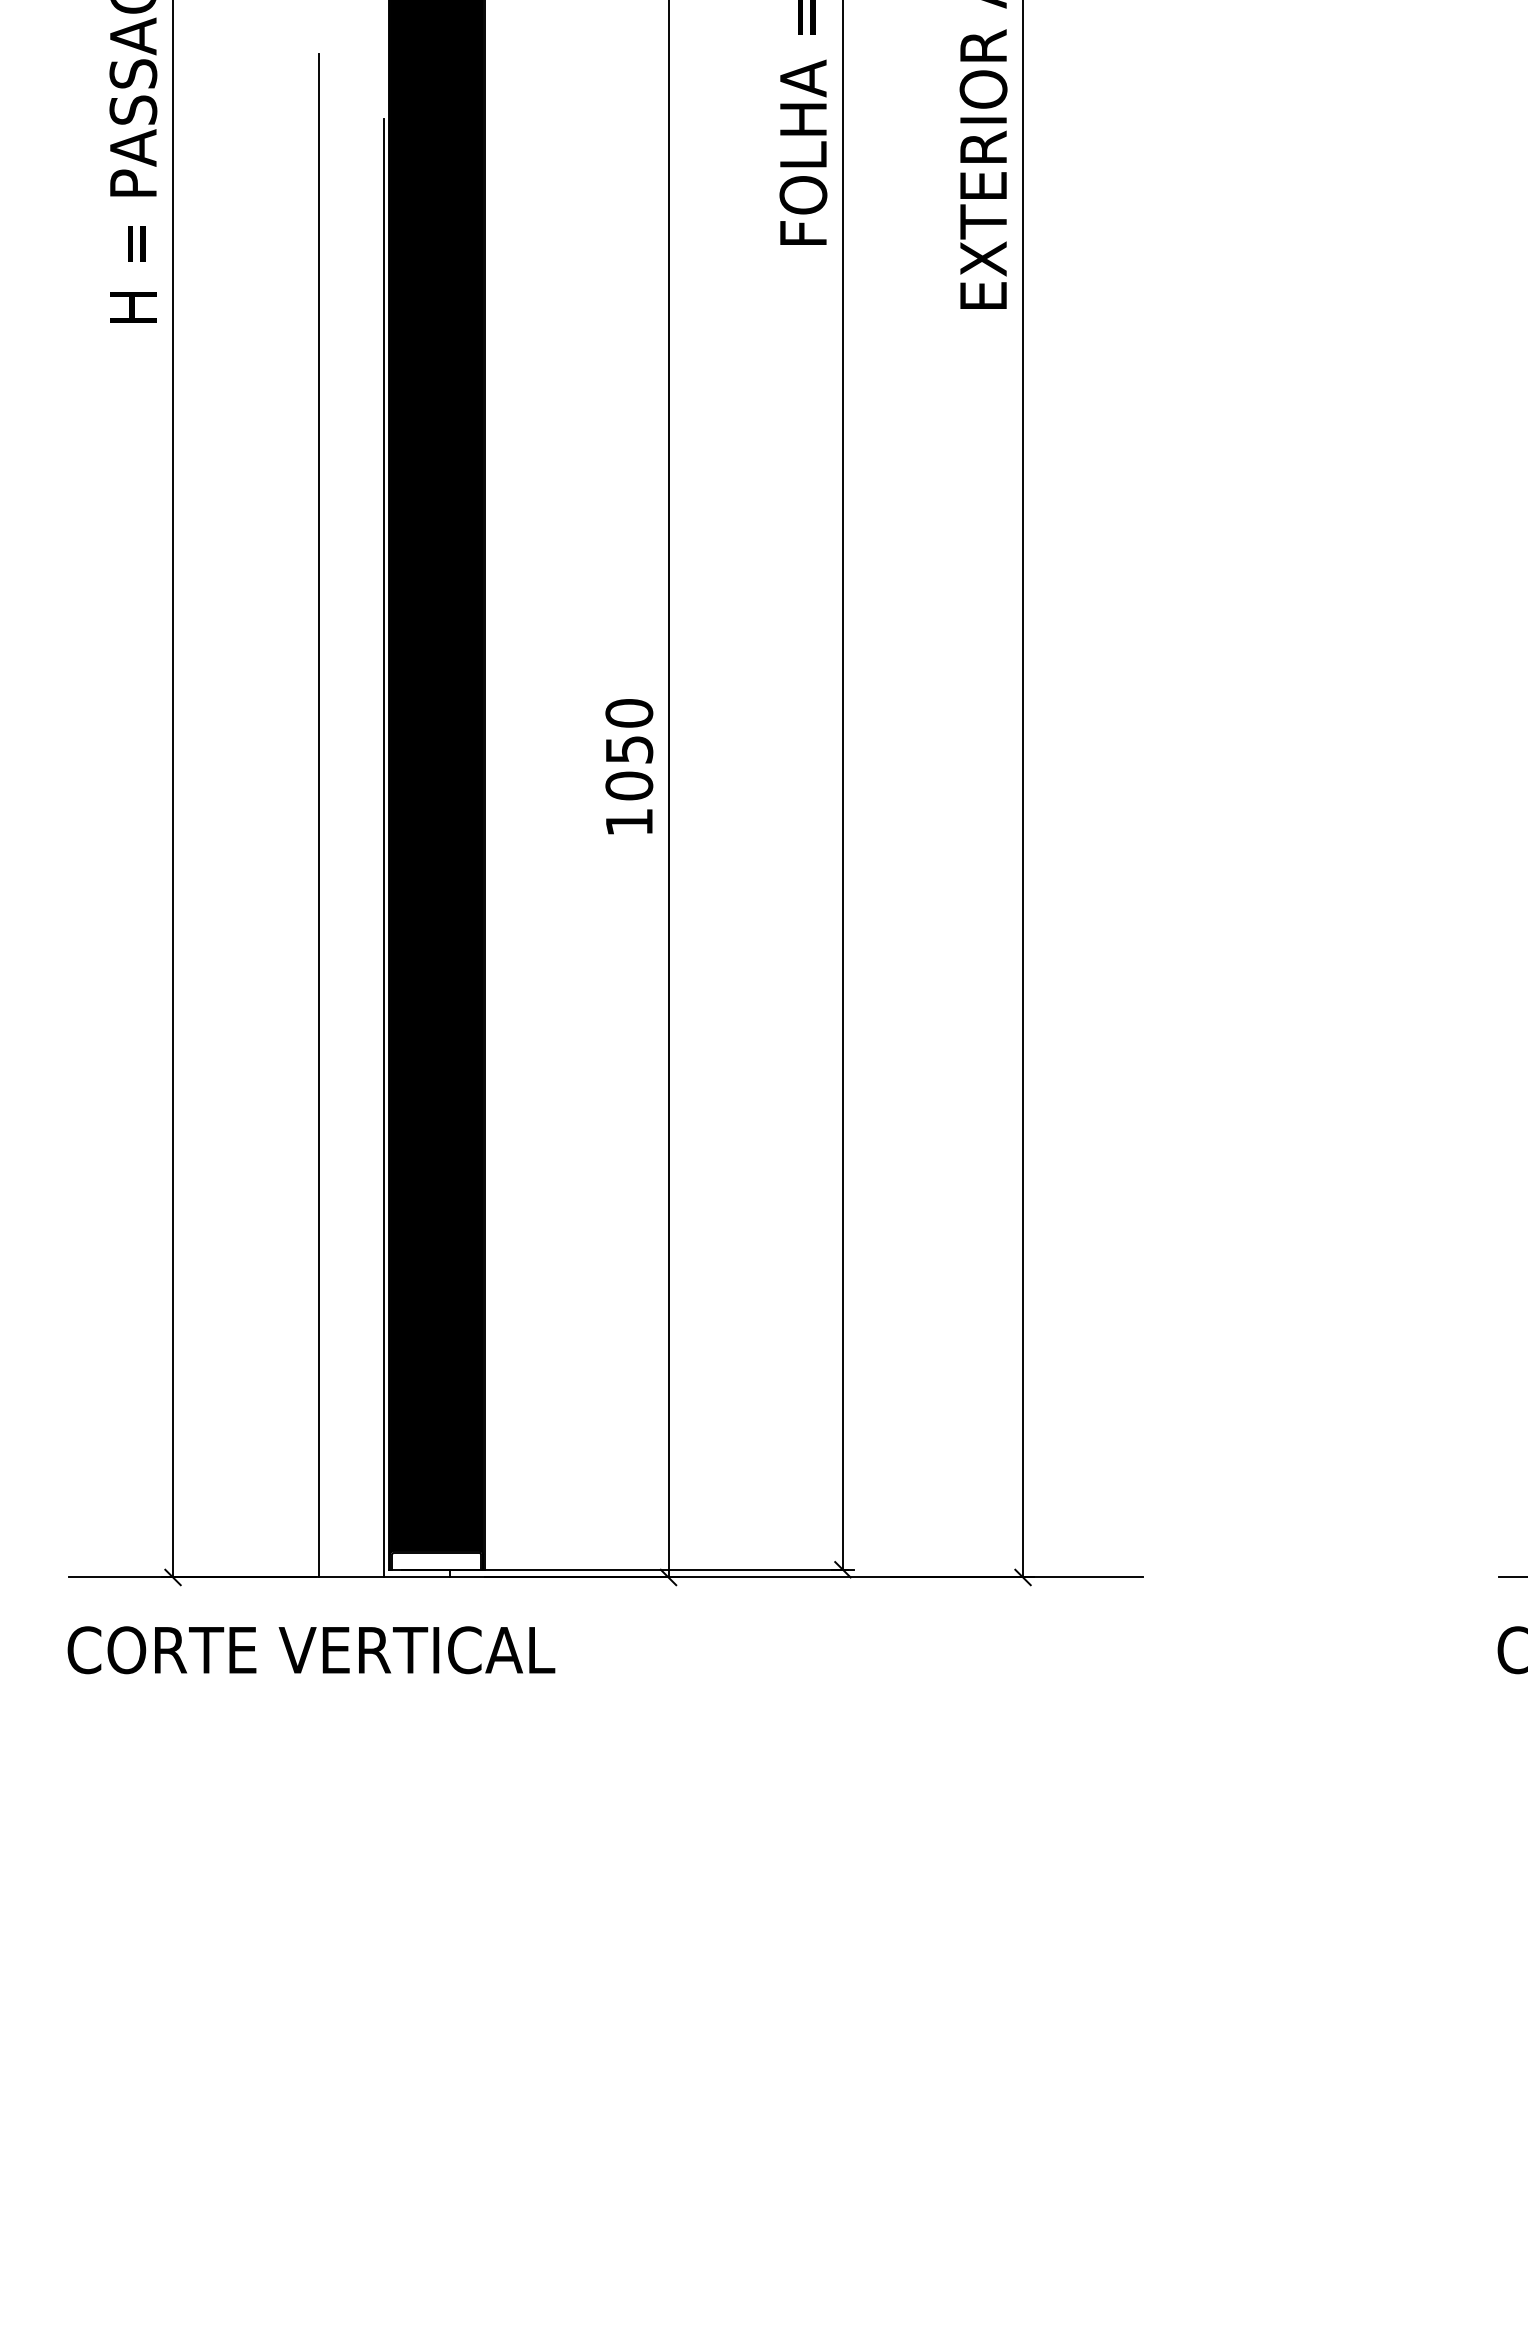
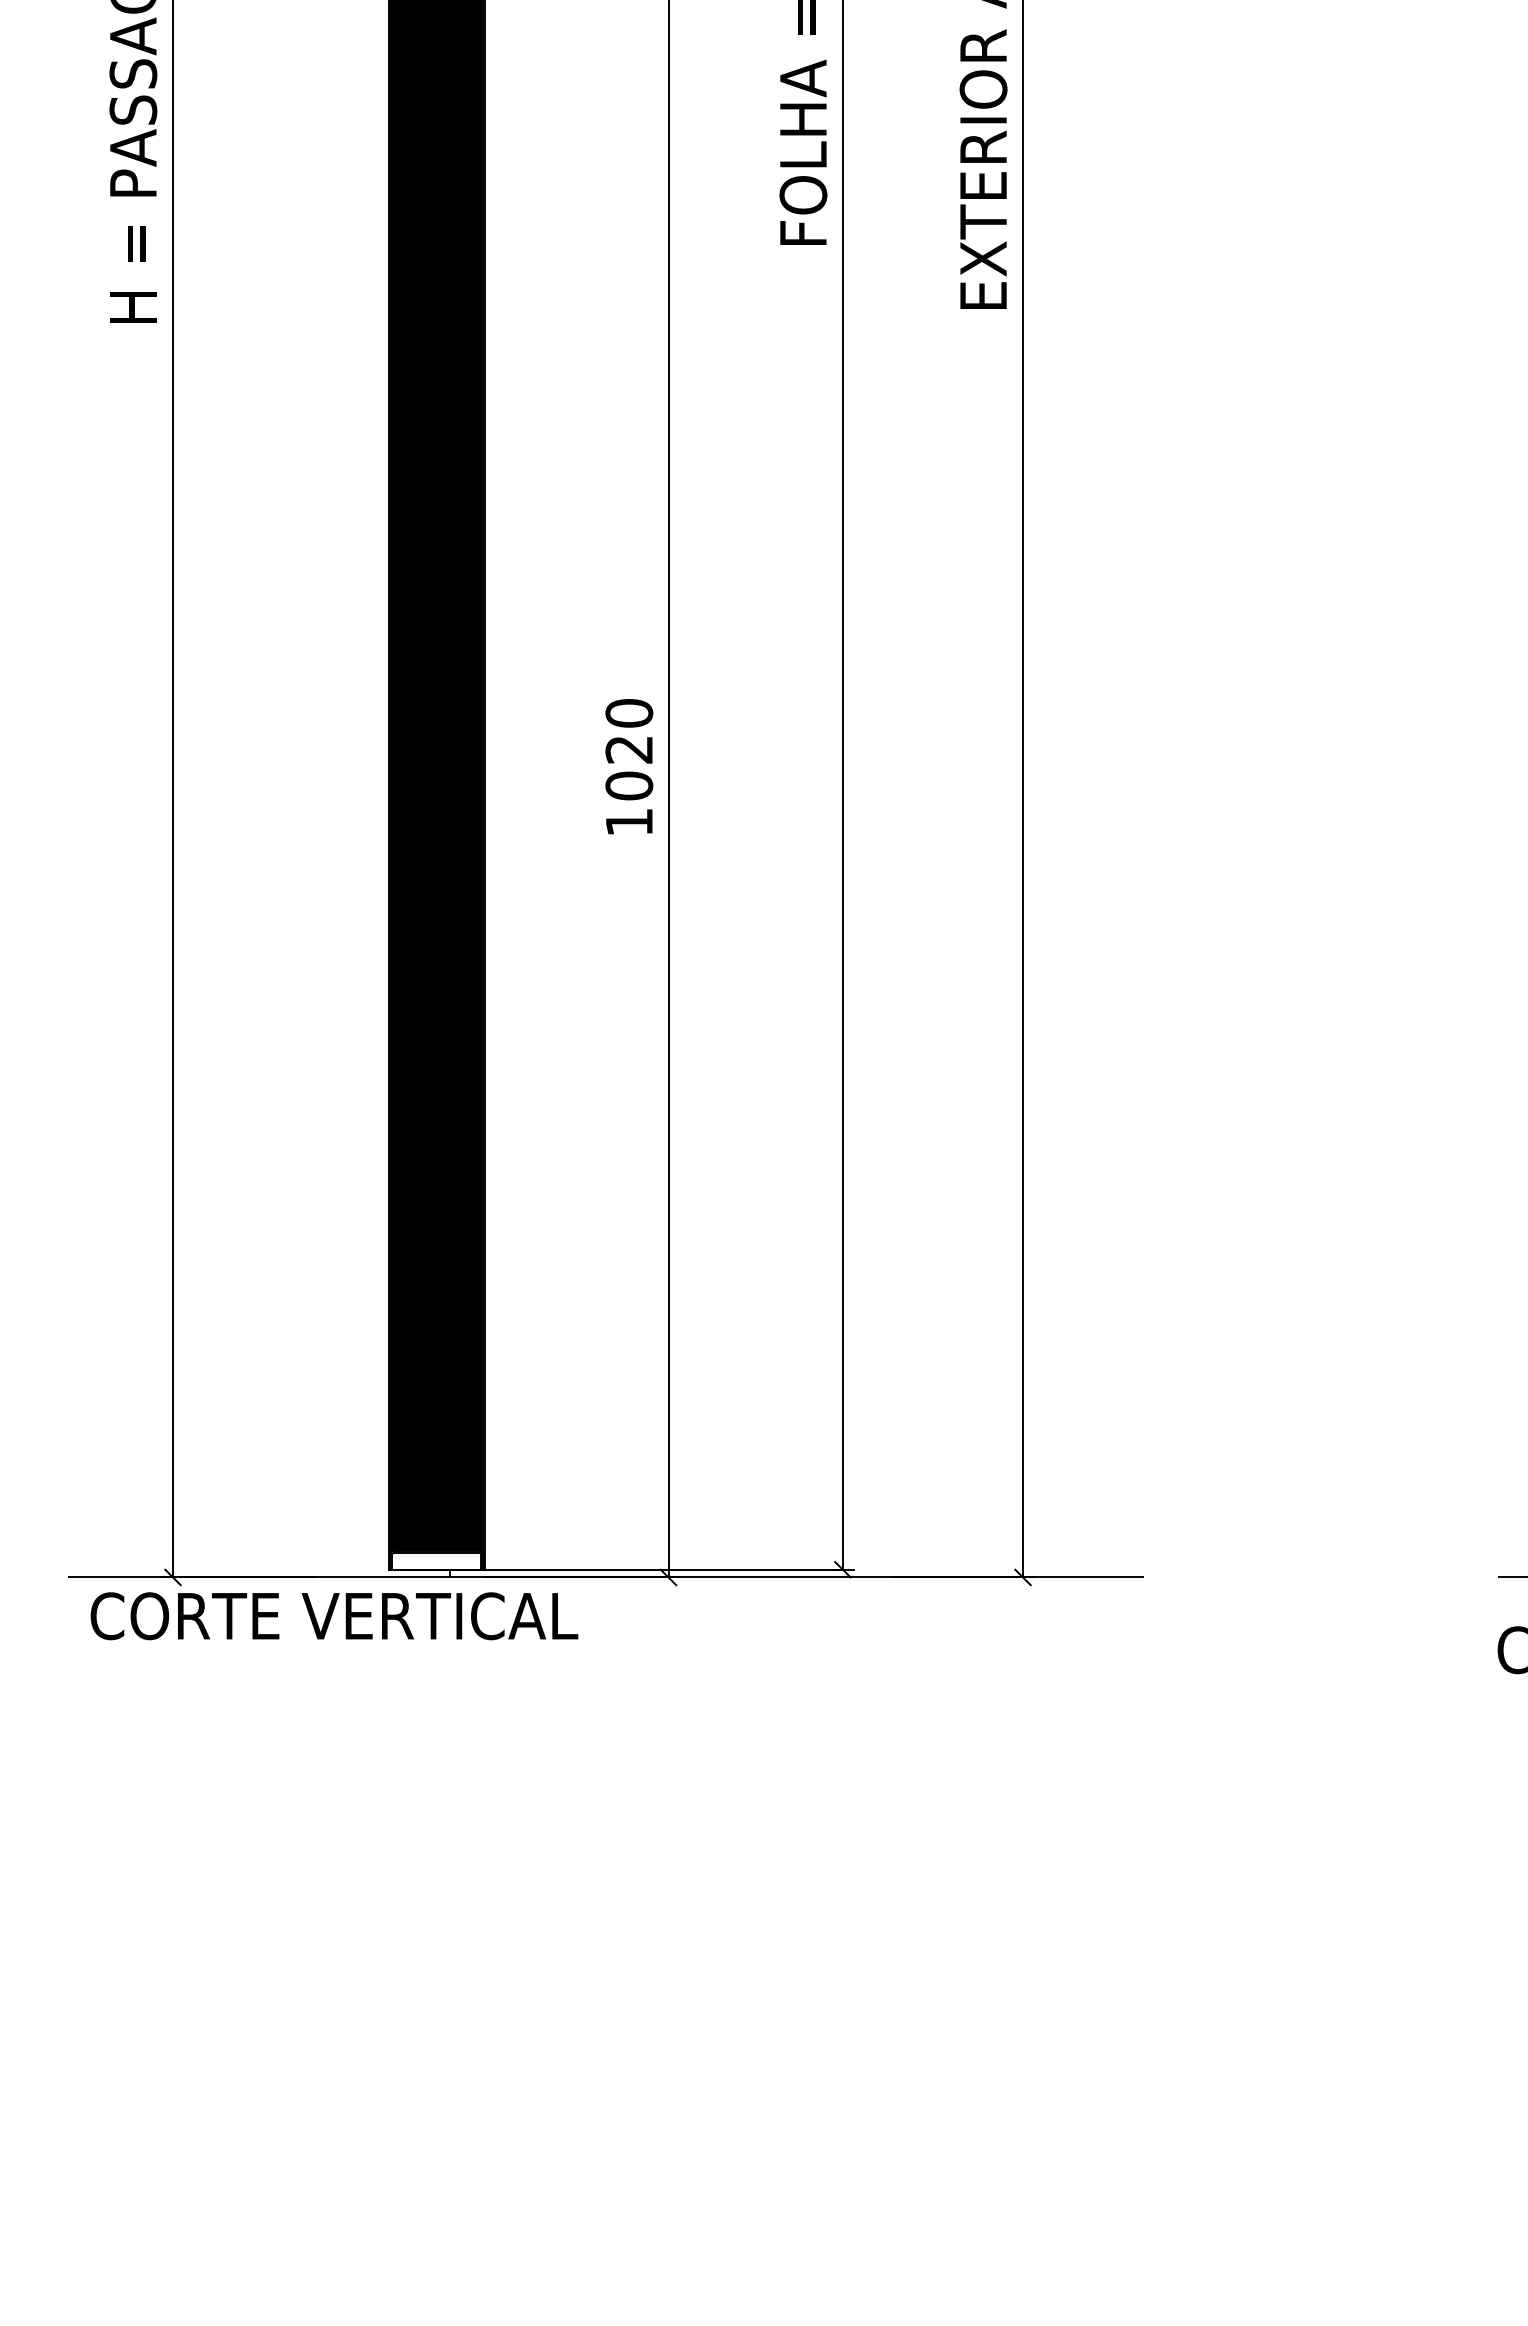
text at (629, 749): 1050 -> 1020
line at (318, 815): present -> none
line at (383, 847): present -> none
text at (311, 1650) position: (311, 1650) -> (334, 1616)
